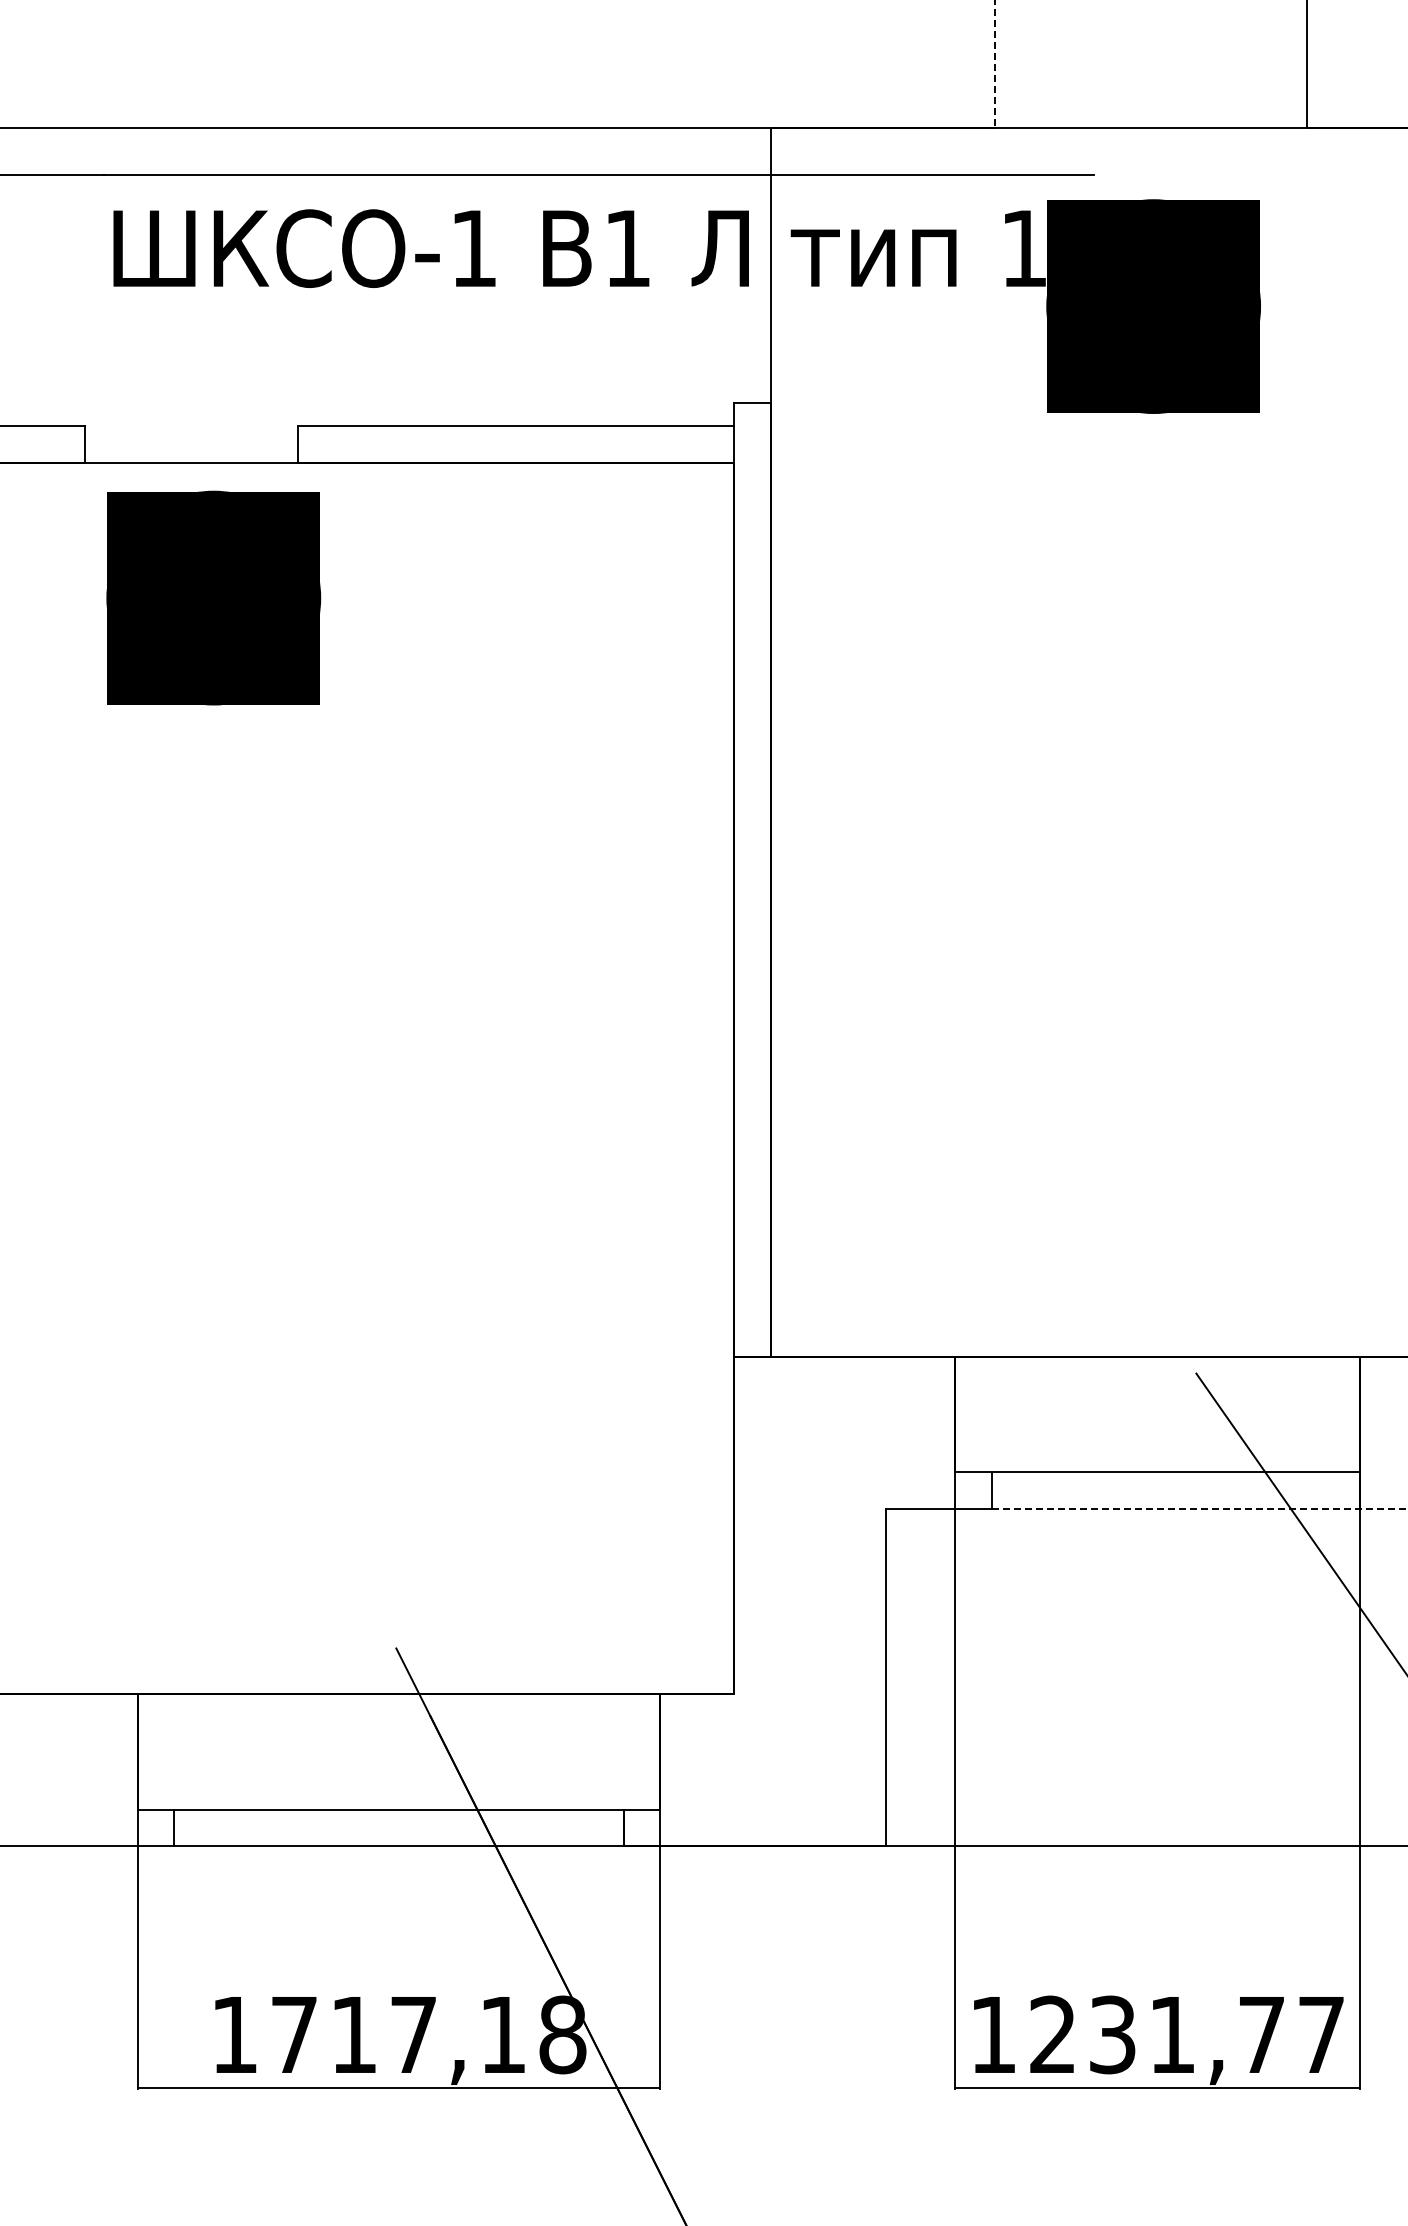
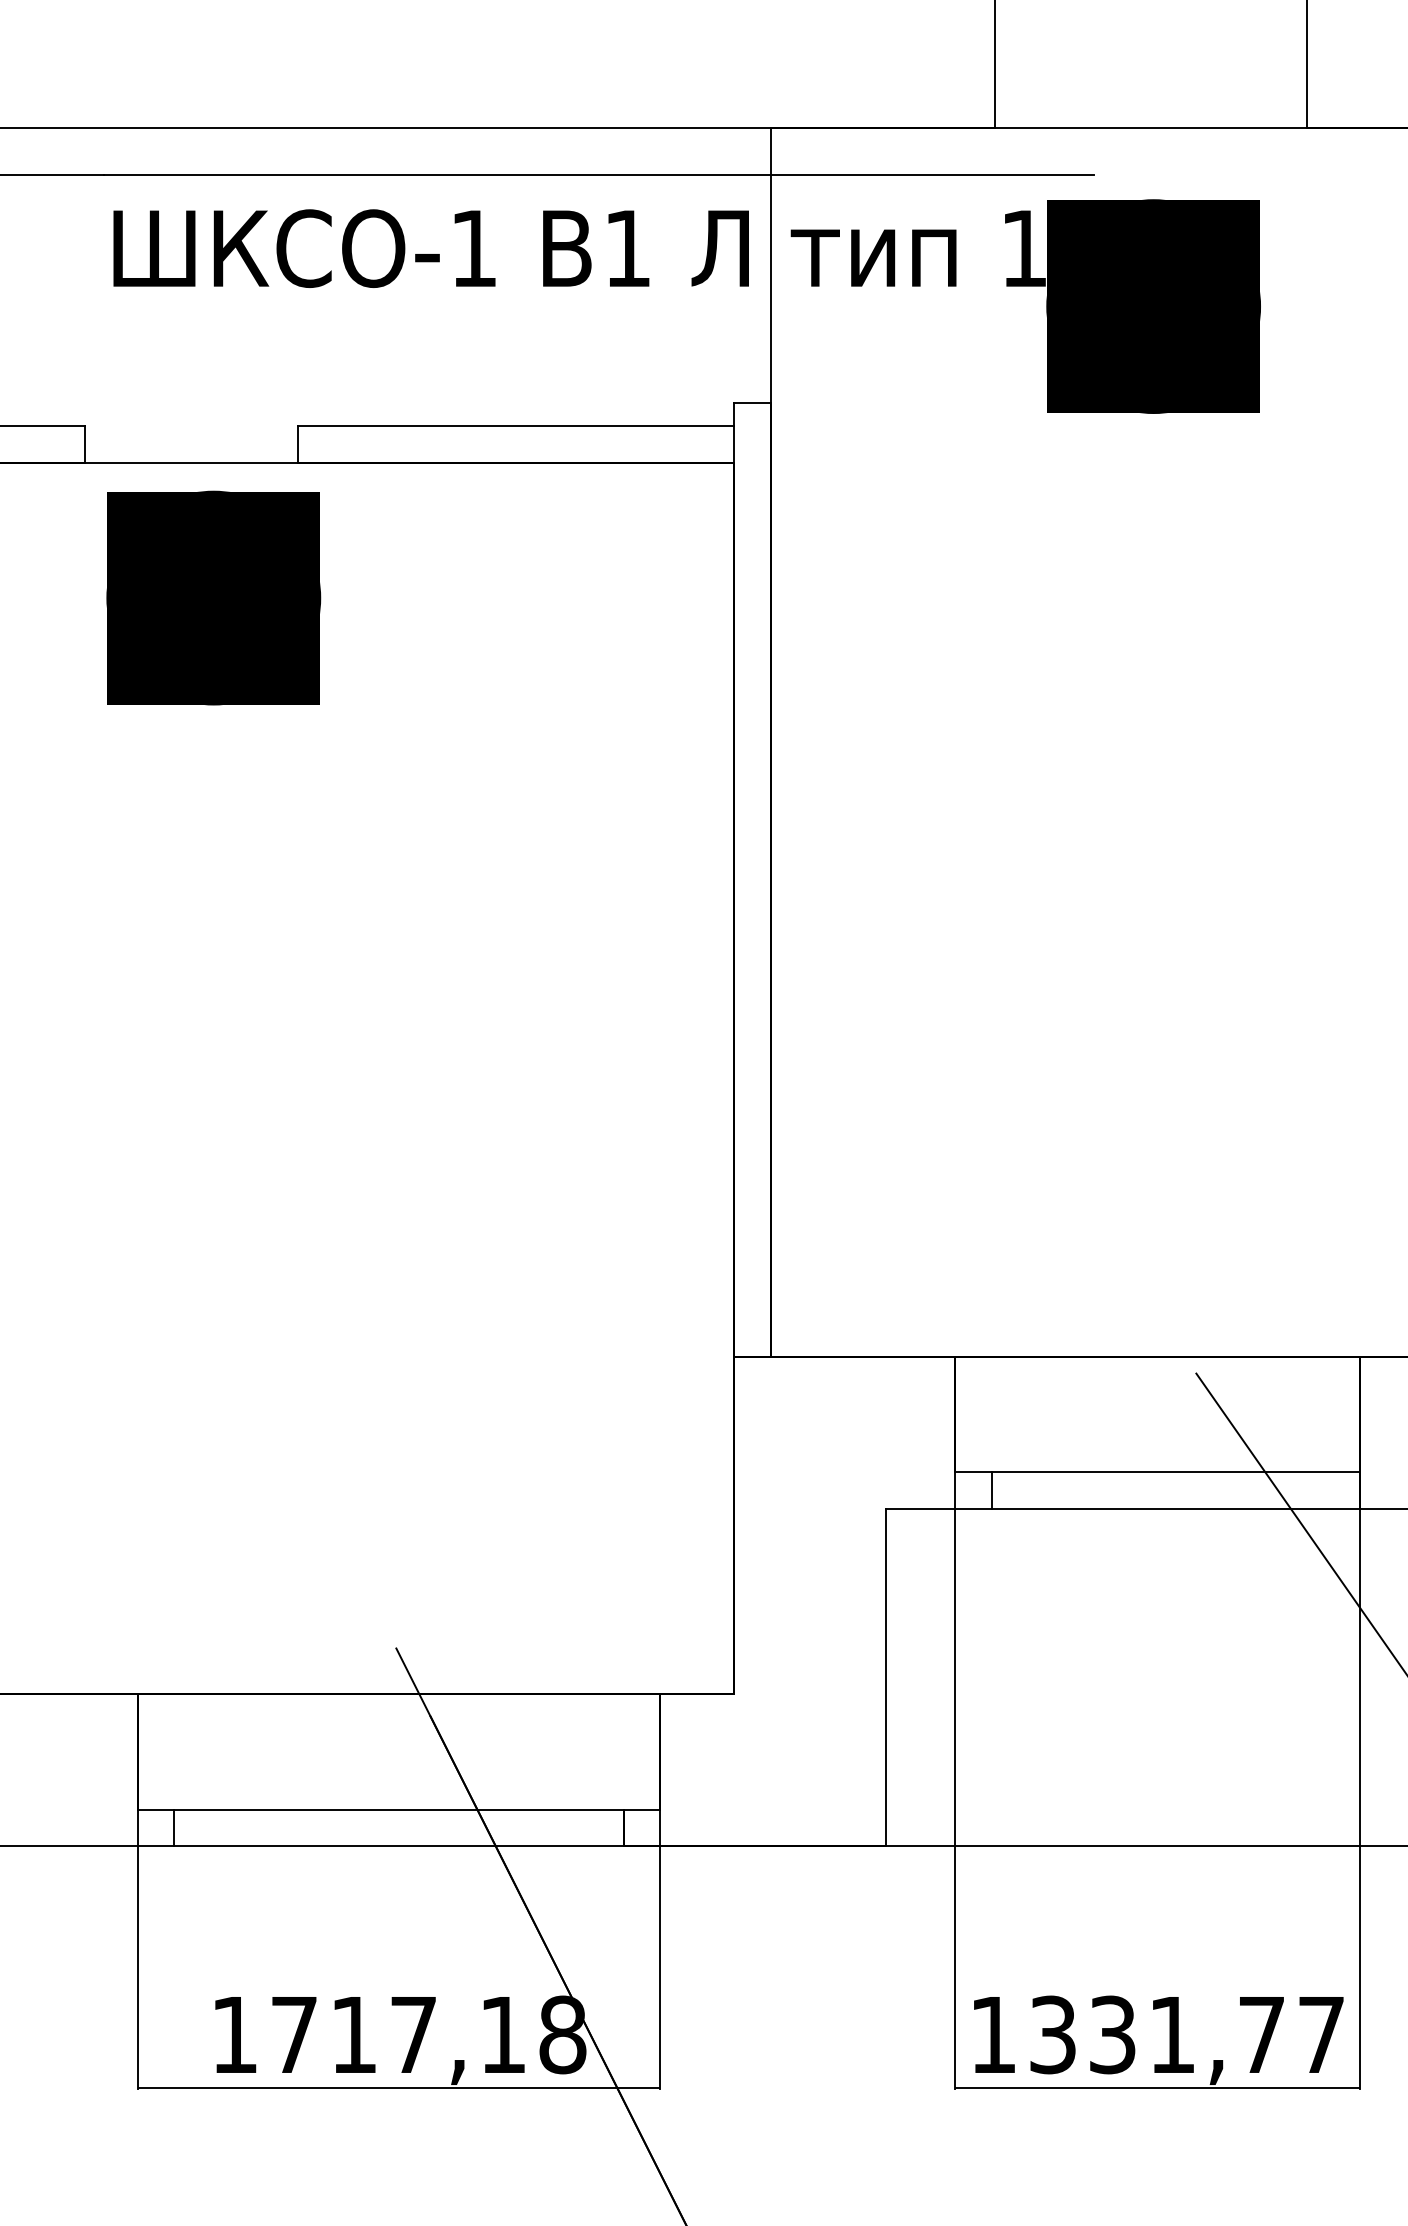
line at (995, 64): dashed -> solid
line at (1199, 1508): dashed -> solid
text at (1052, 2034): 1231,77 -> 1331,77
